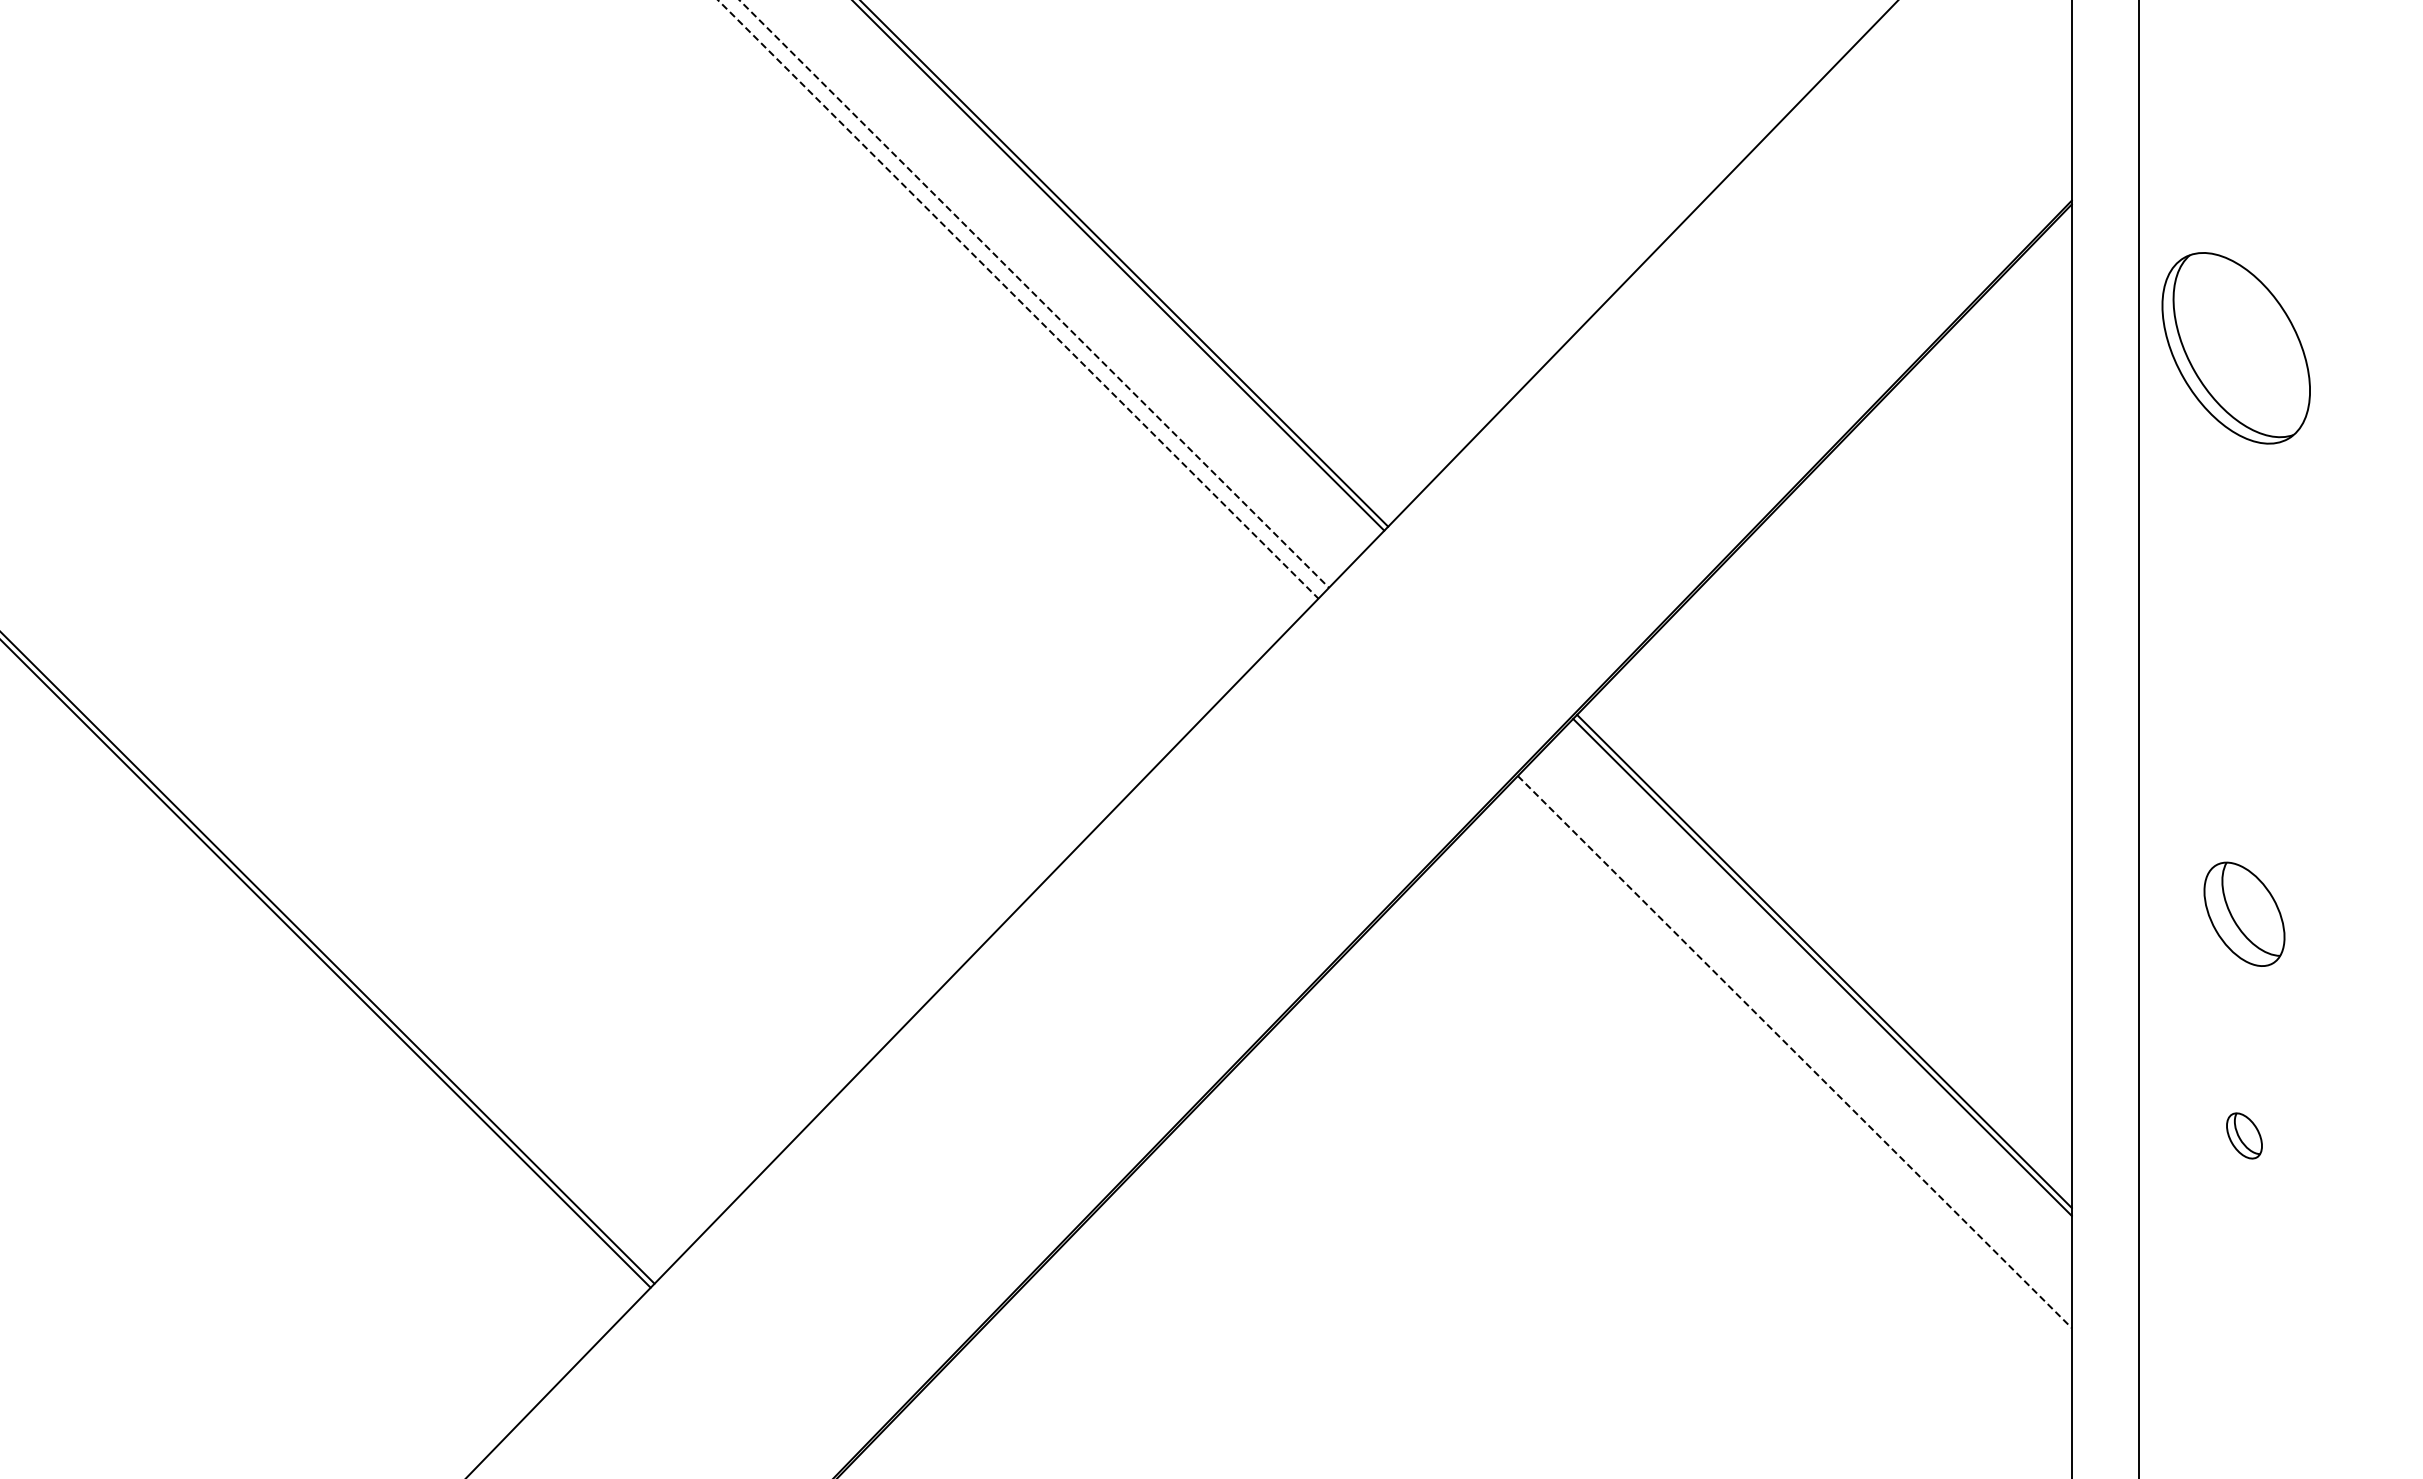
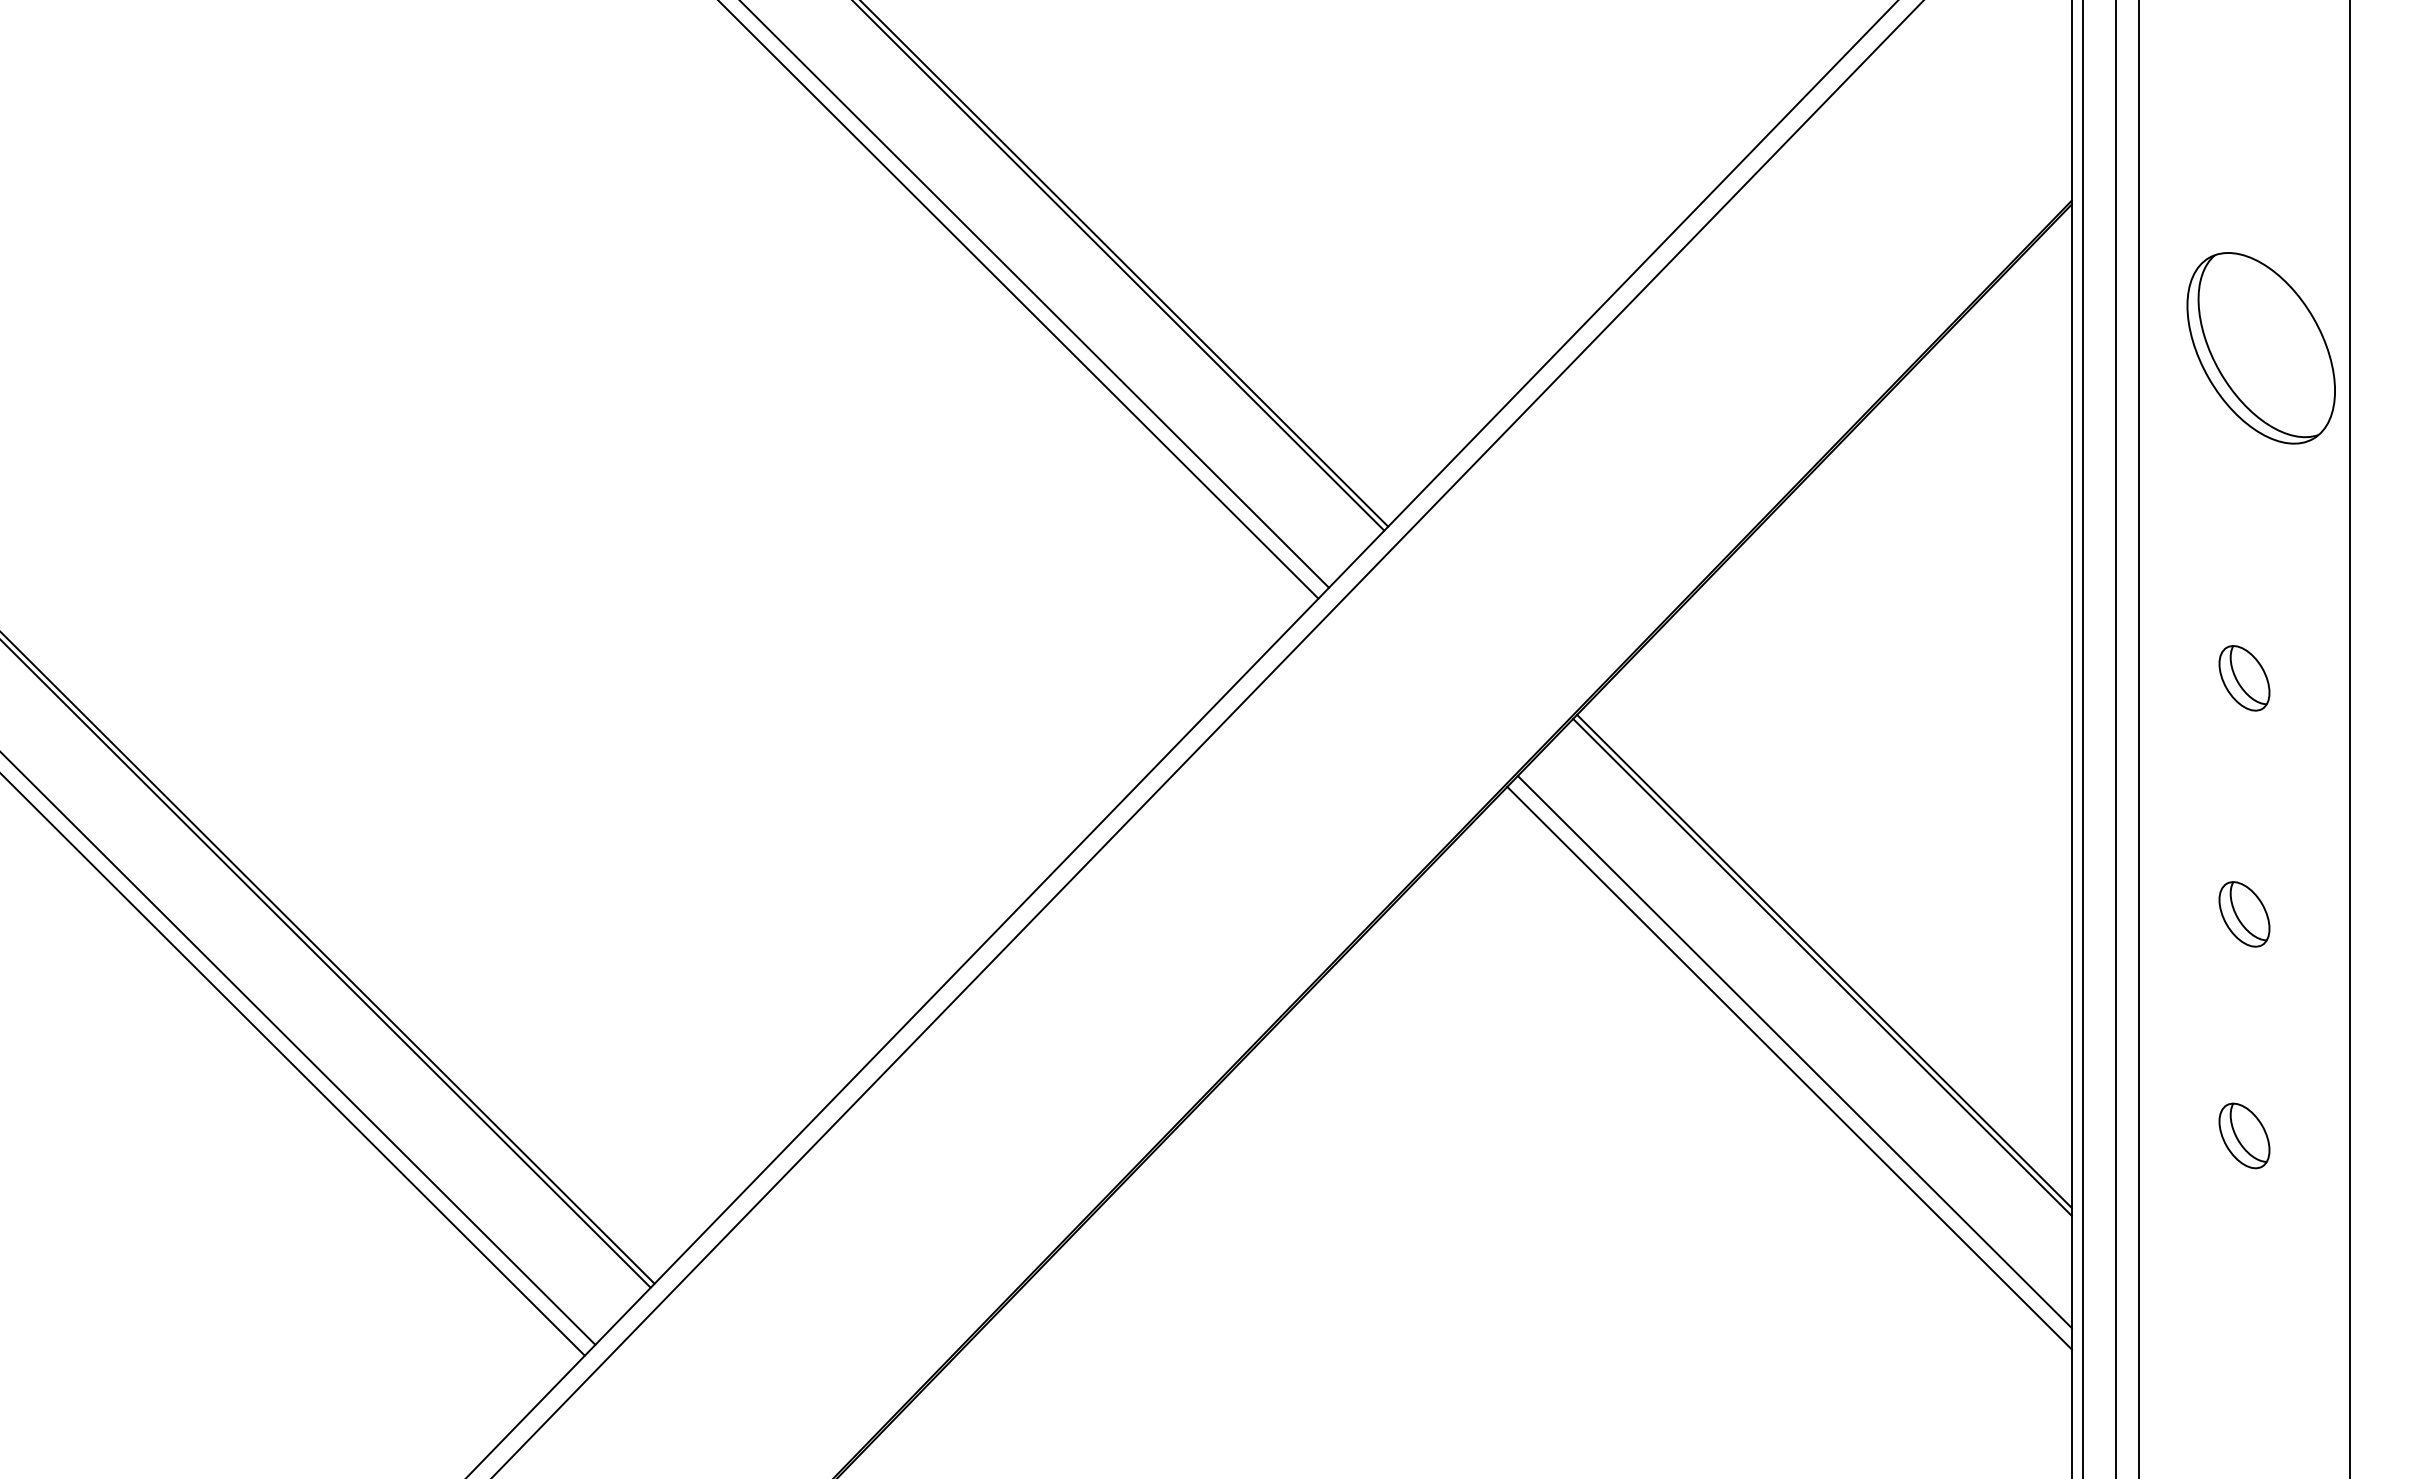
line at (1034, 294): dashed -> solid
line at (1018, 299): dashed -> solid
part at (2235, 348) position: (2235, 348) -> (2260, 348)
part at (2244, 678): none -> present
line at (1207, 738): none -> present
line at (2082, 738): none -> present
line at (2116, 738): none -> present
line at (2350, 738): none -> present
part at (2244, 913) size: 83x106 px -> 53x67 px
line at (298, 1048): none -> present
line at (1795, 1052): dashed -> solid
line at (293, 1065): none -> present
line at (1789, 1067): none -> present
part at (2244, 1135) size: 37x48 px -> 53x68 px
